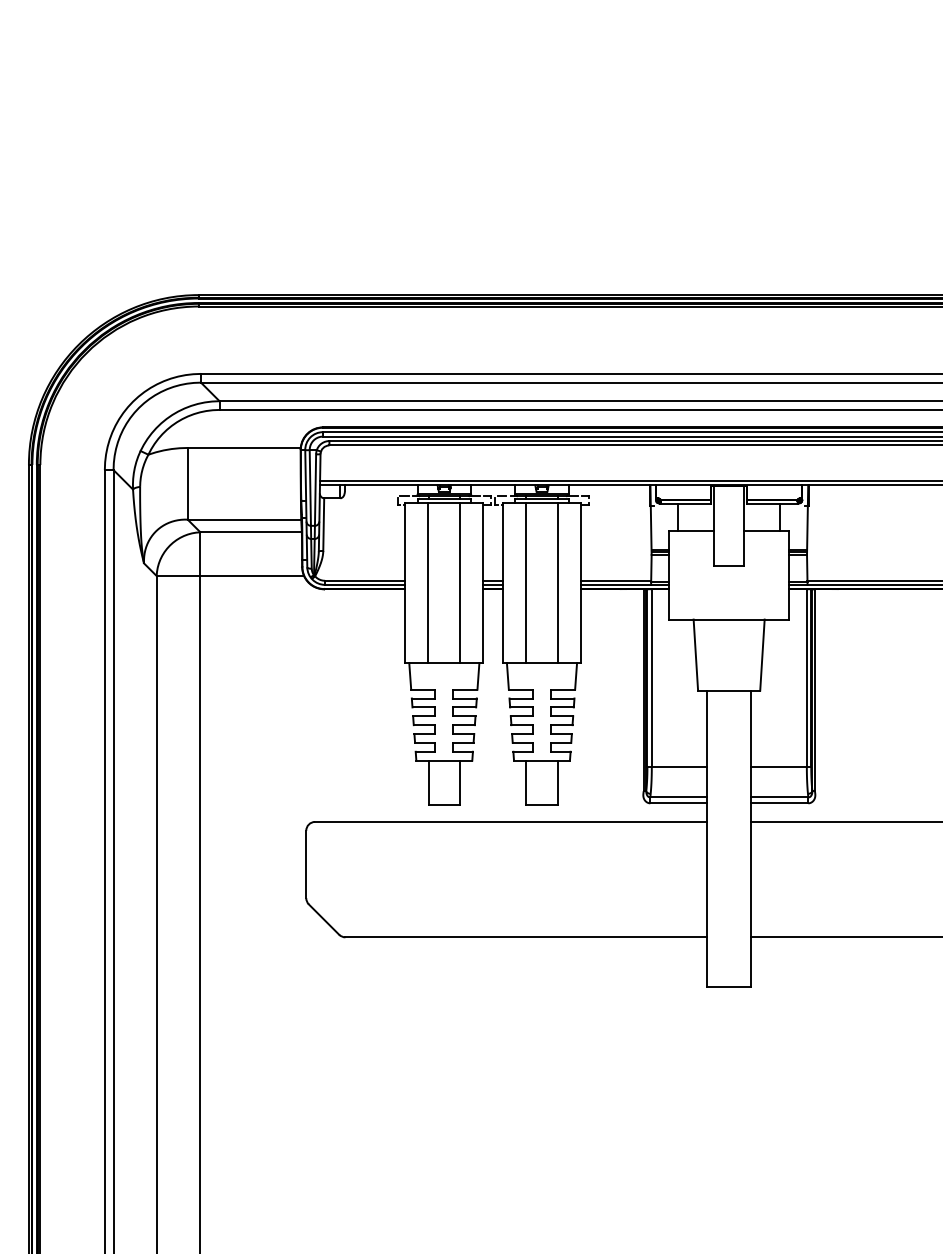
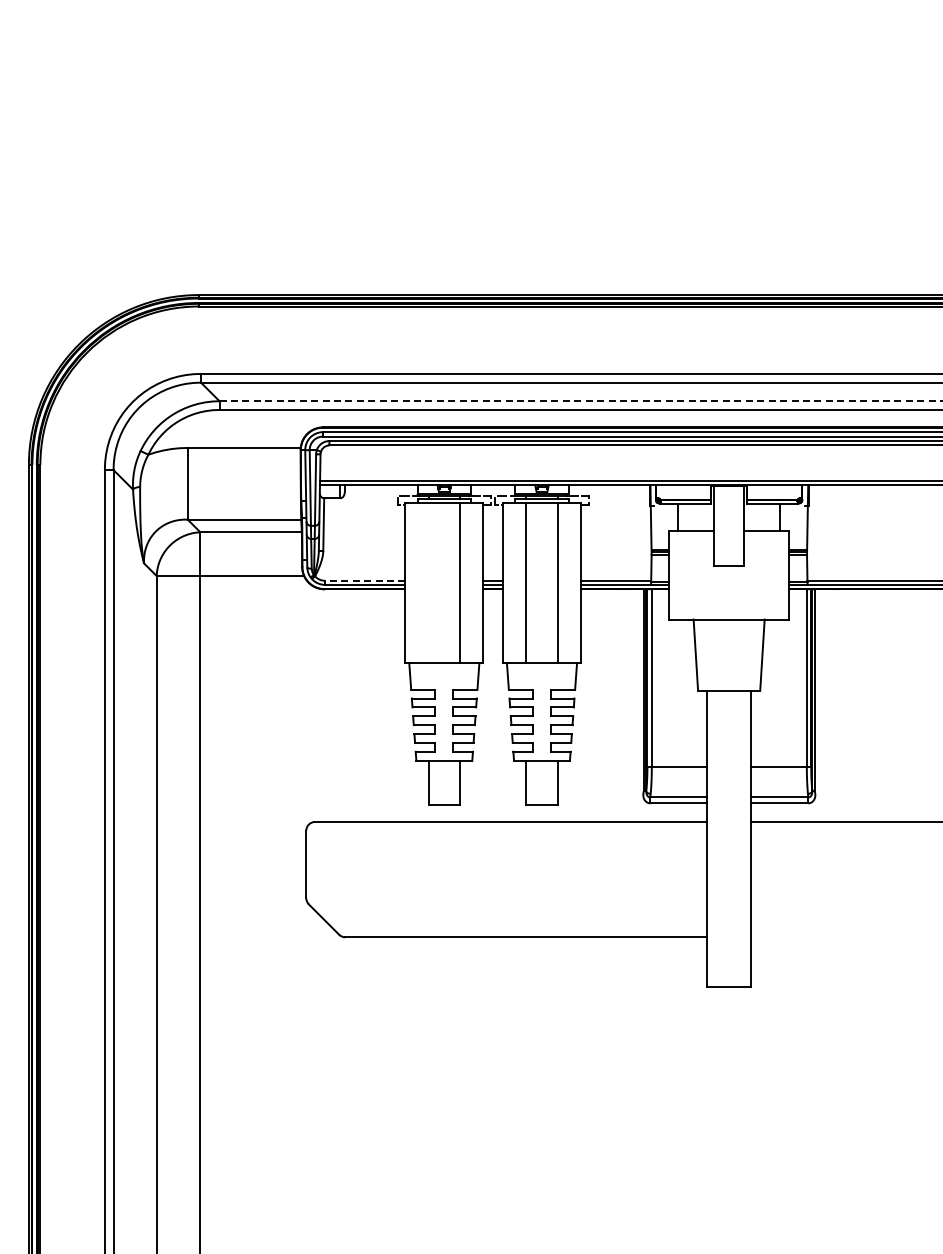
line at (581, 401): solid -> dashed
line at (364, 580): solid -> dashed
line at (428, 583): present -> none
line at (845, 937): present -> none
